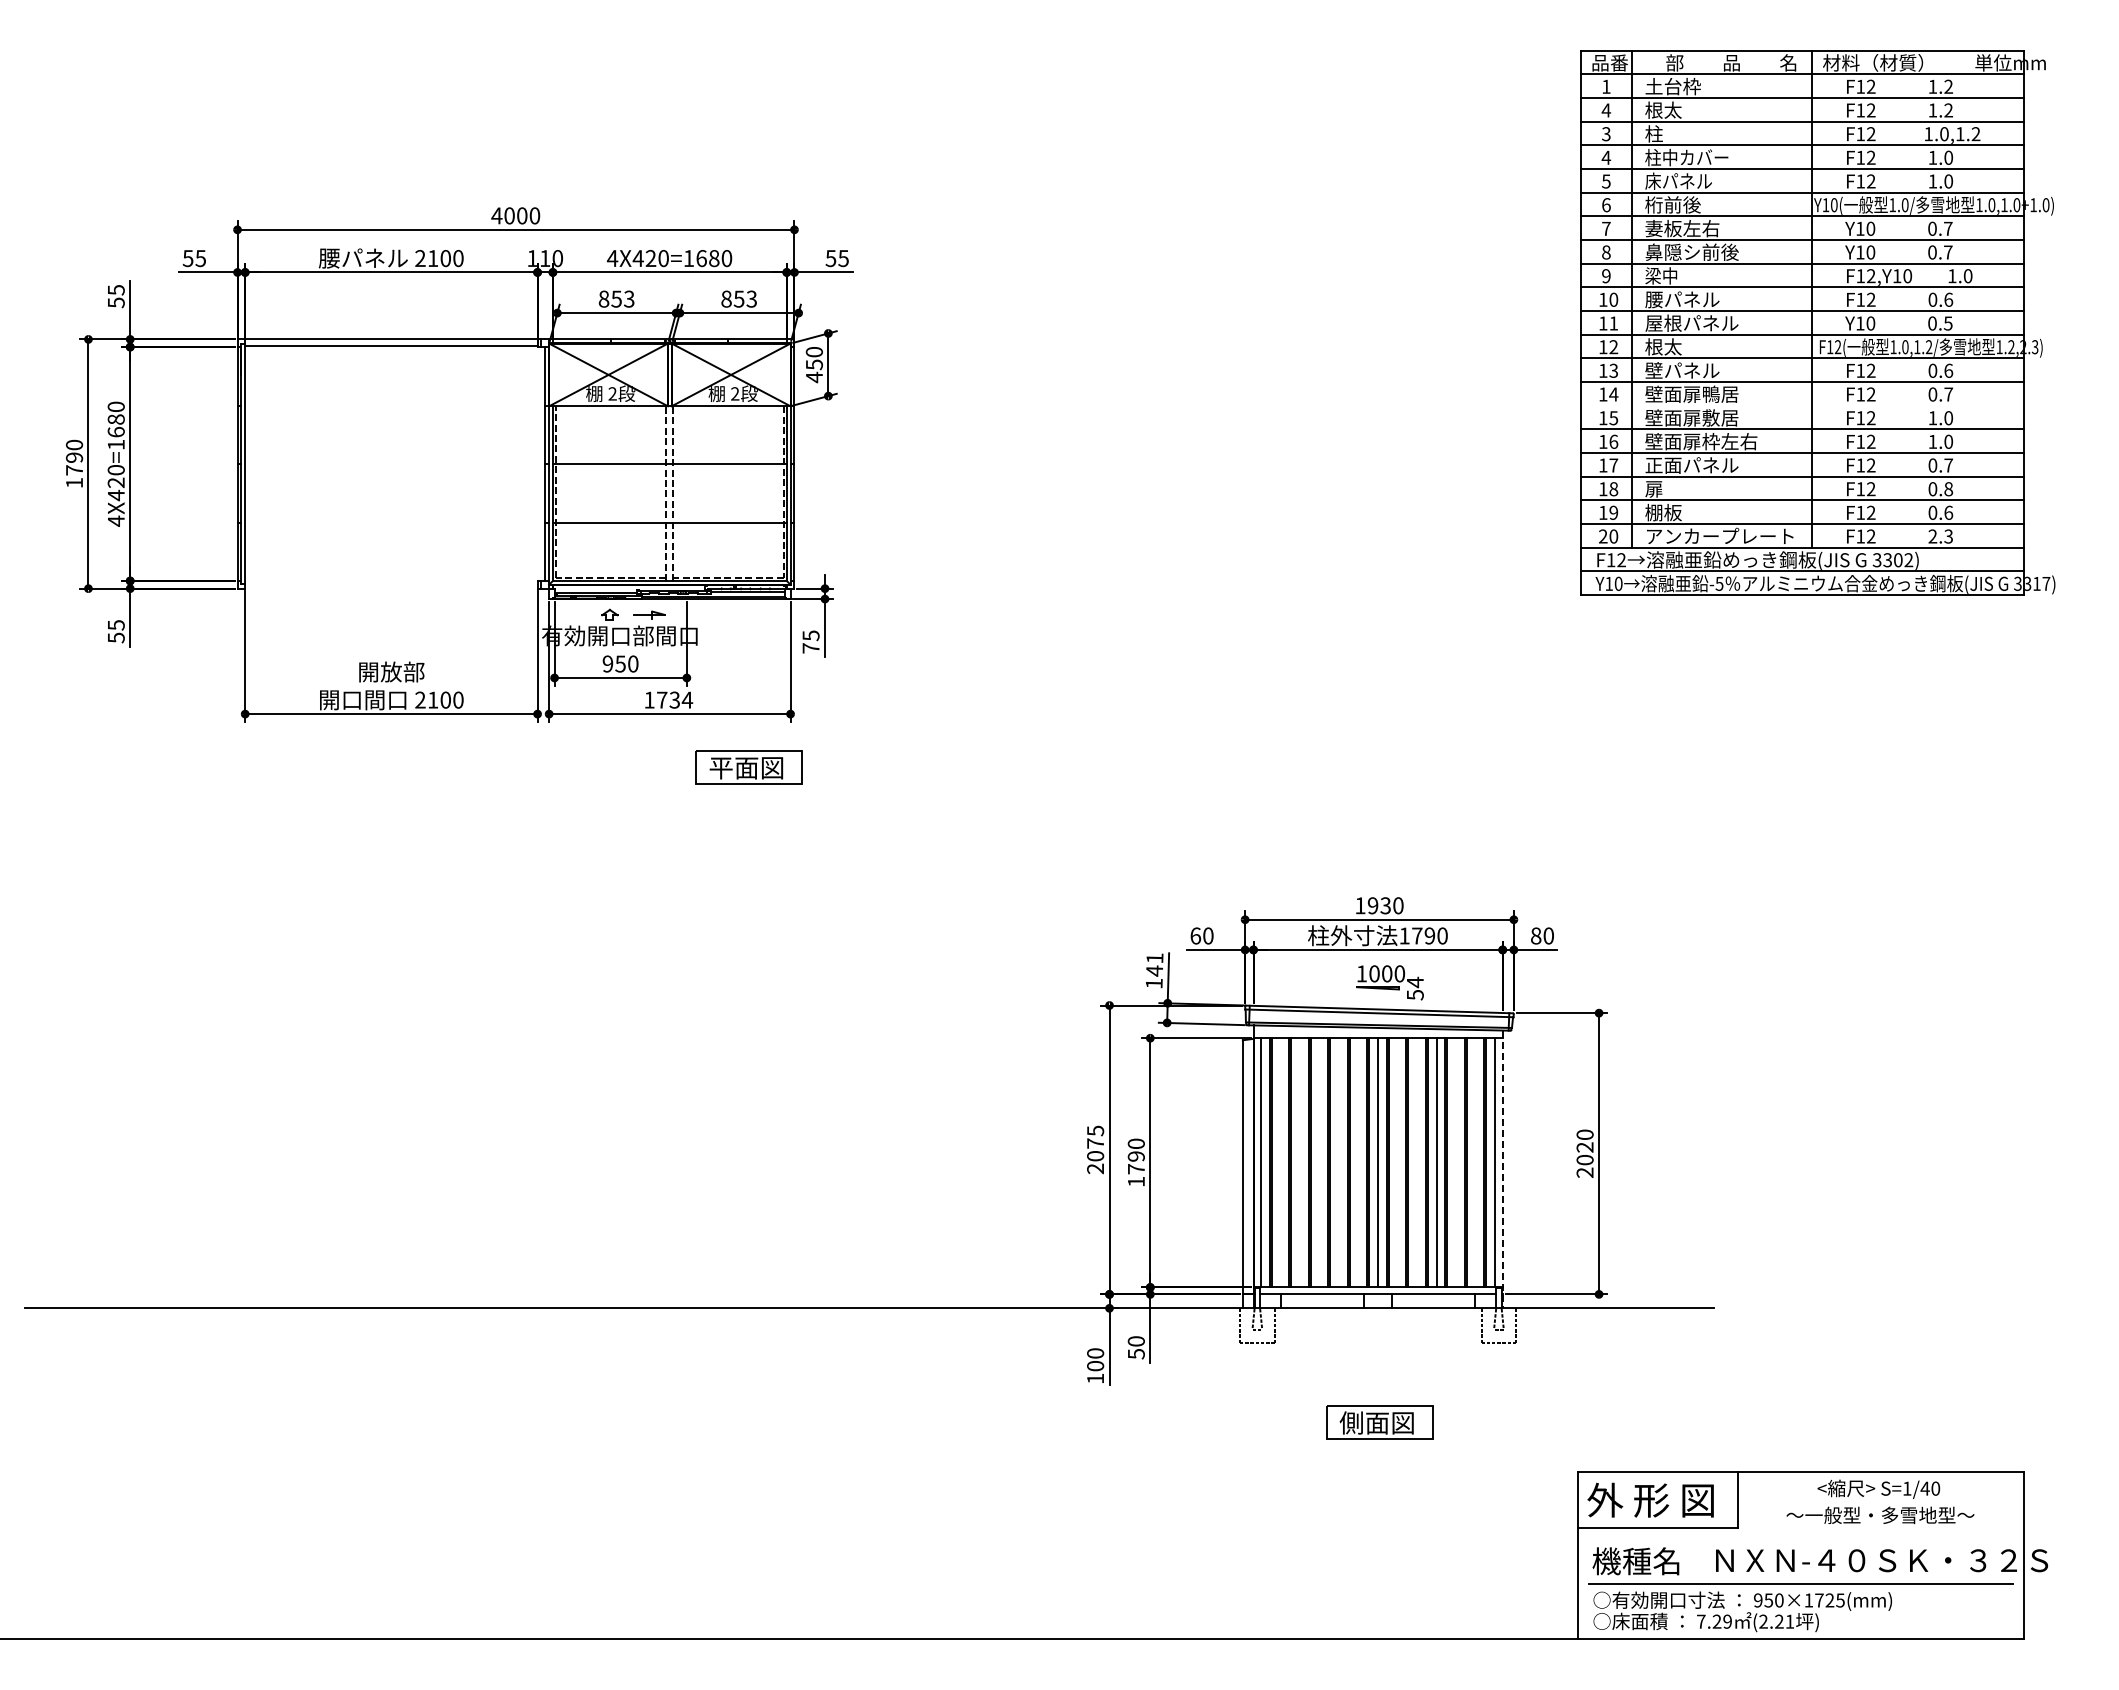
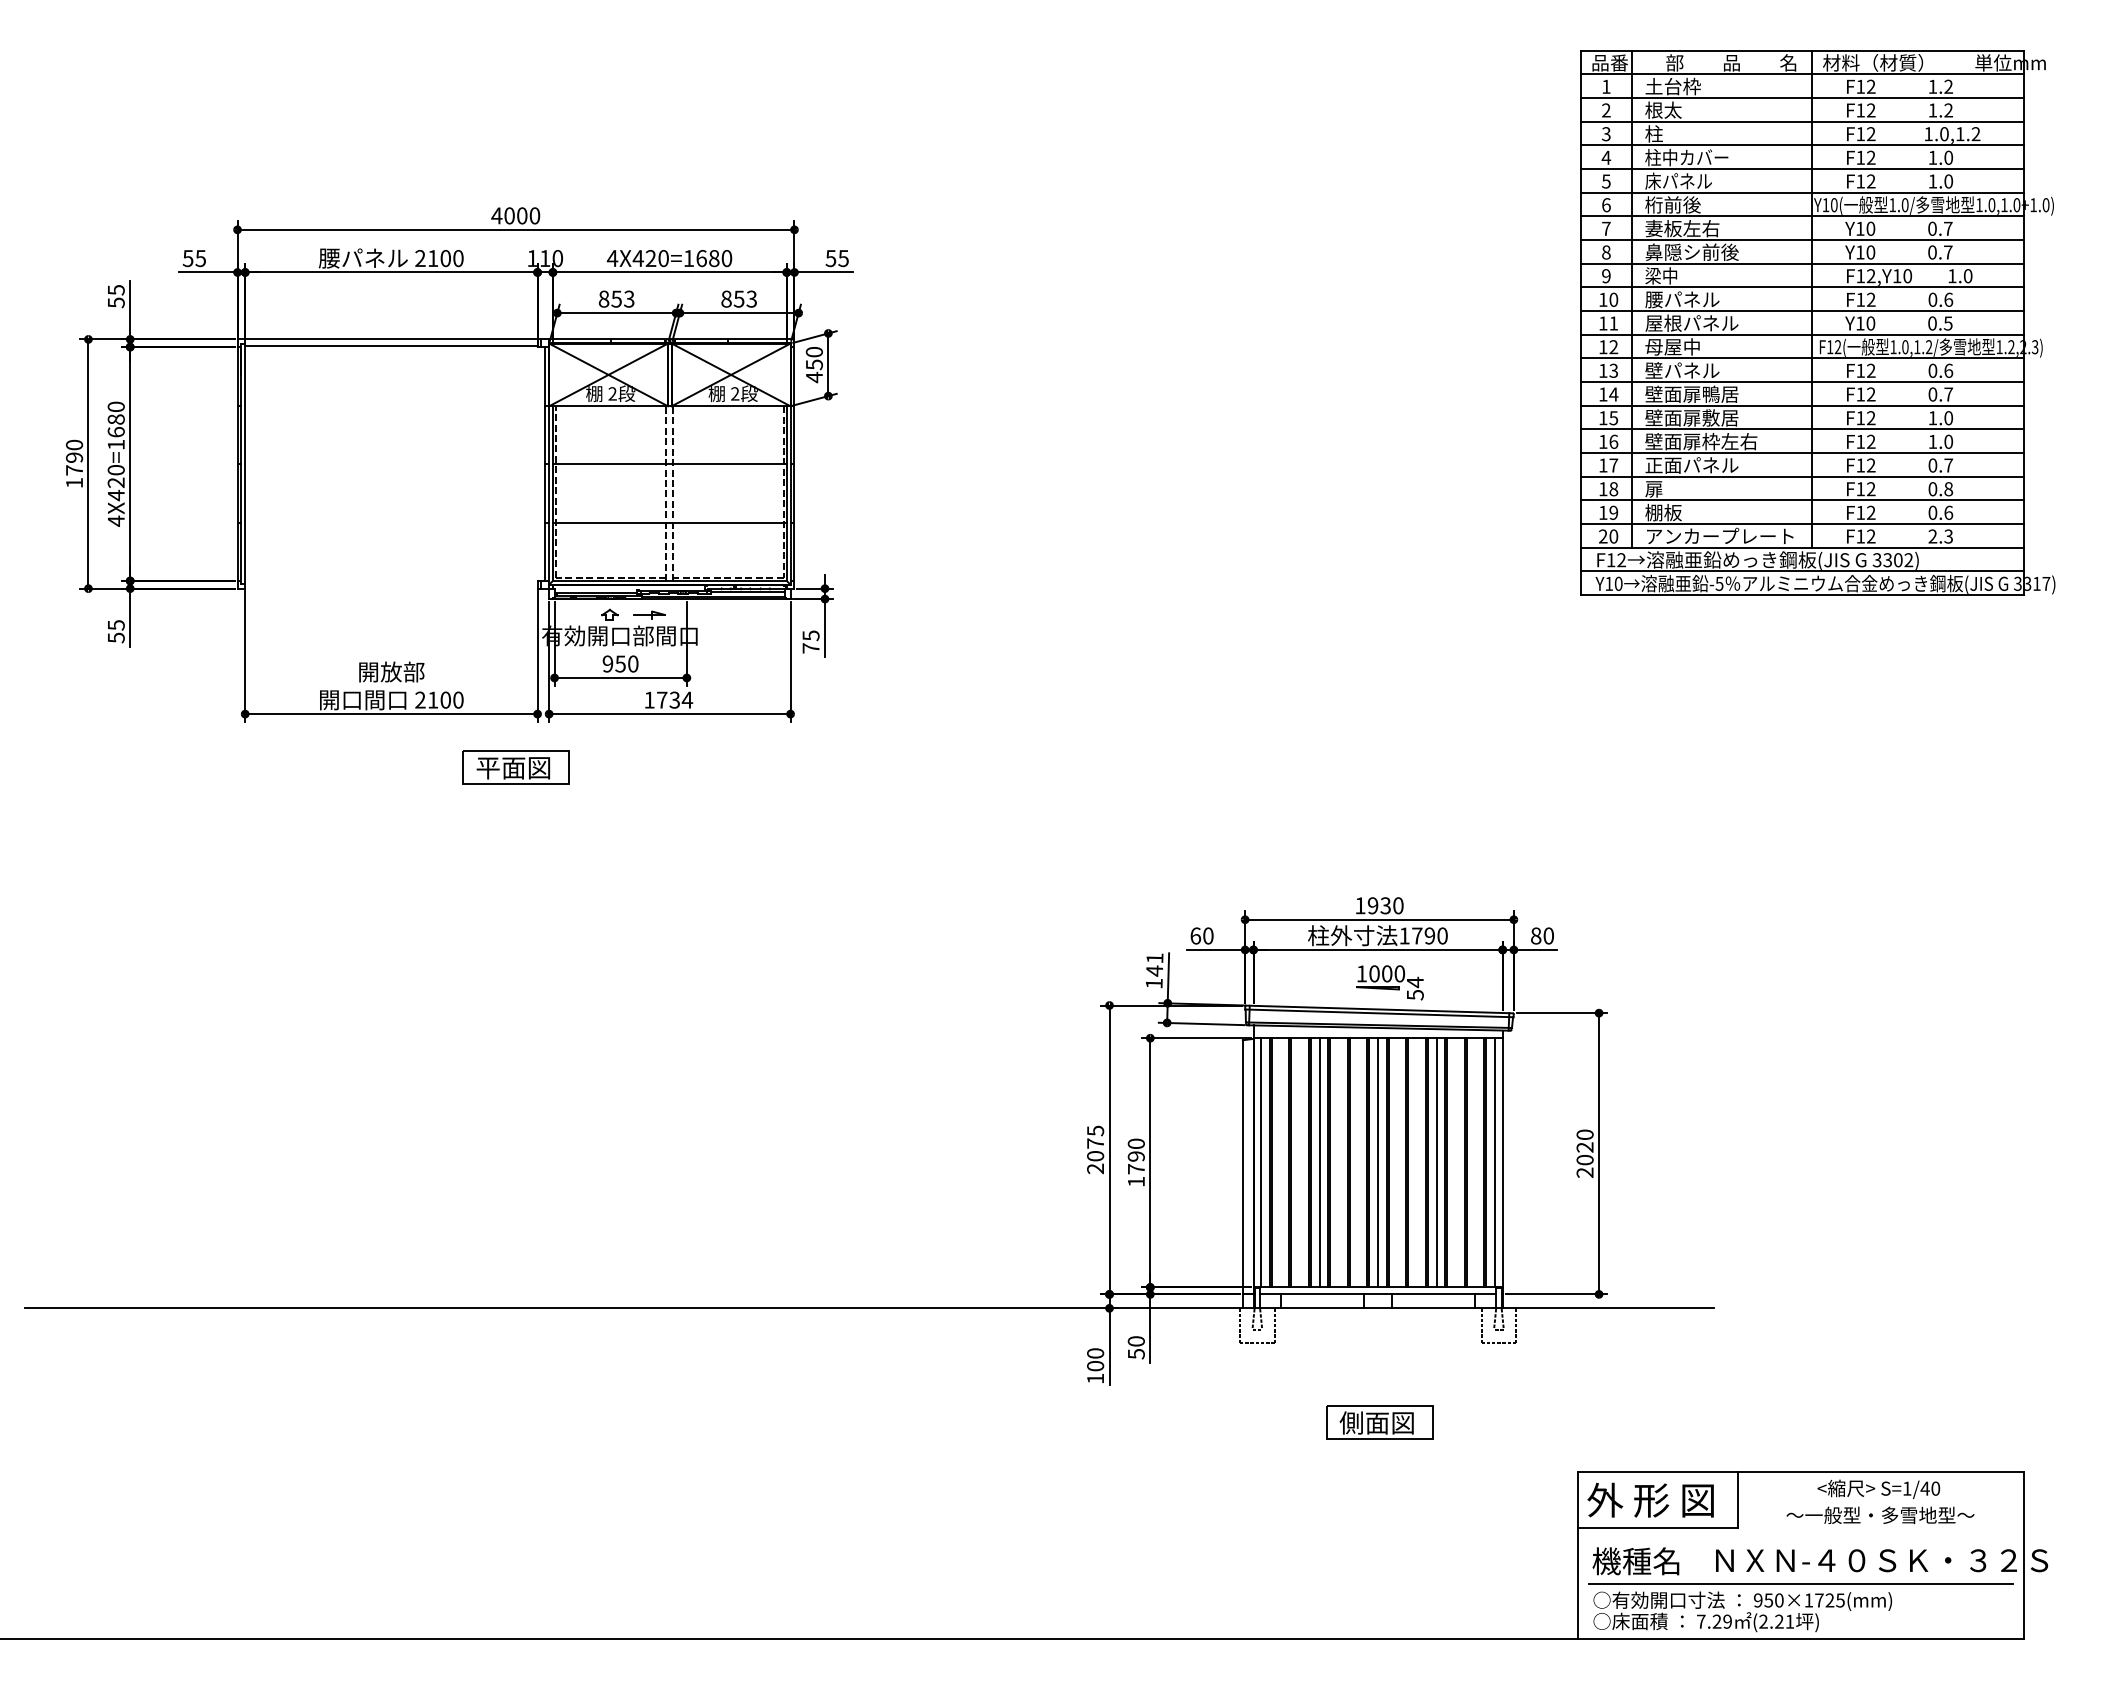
text at (1606, 110): 4 -> 2
text at (1672, 346): 根太 -> 母屋中
line at (1802, 405): none -> present
part at (748, 767) position: (748, 767) -> (515, 767)
line at (1319, 1162): none -> present
line at (1502, 1169): dashed -> solid
